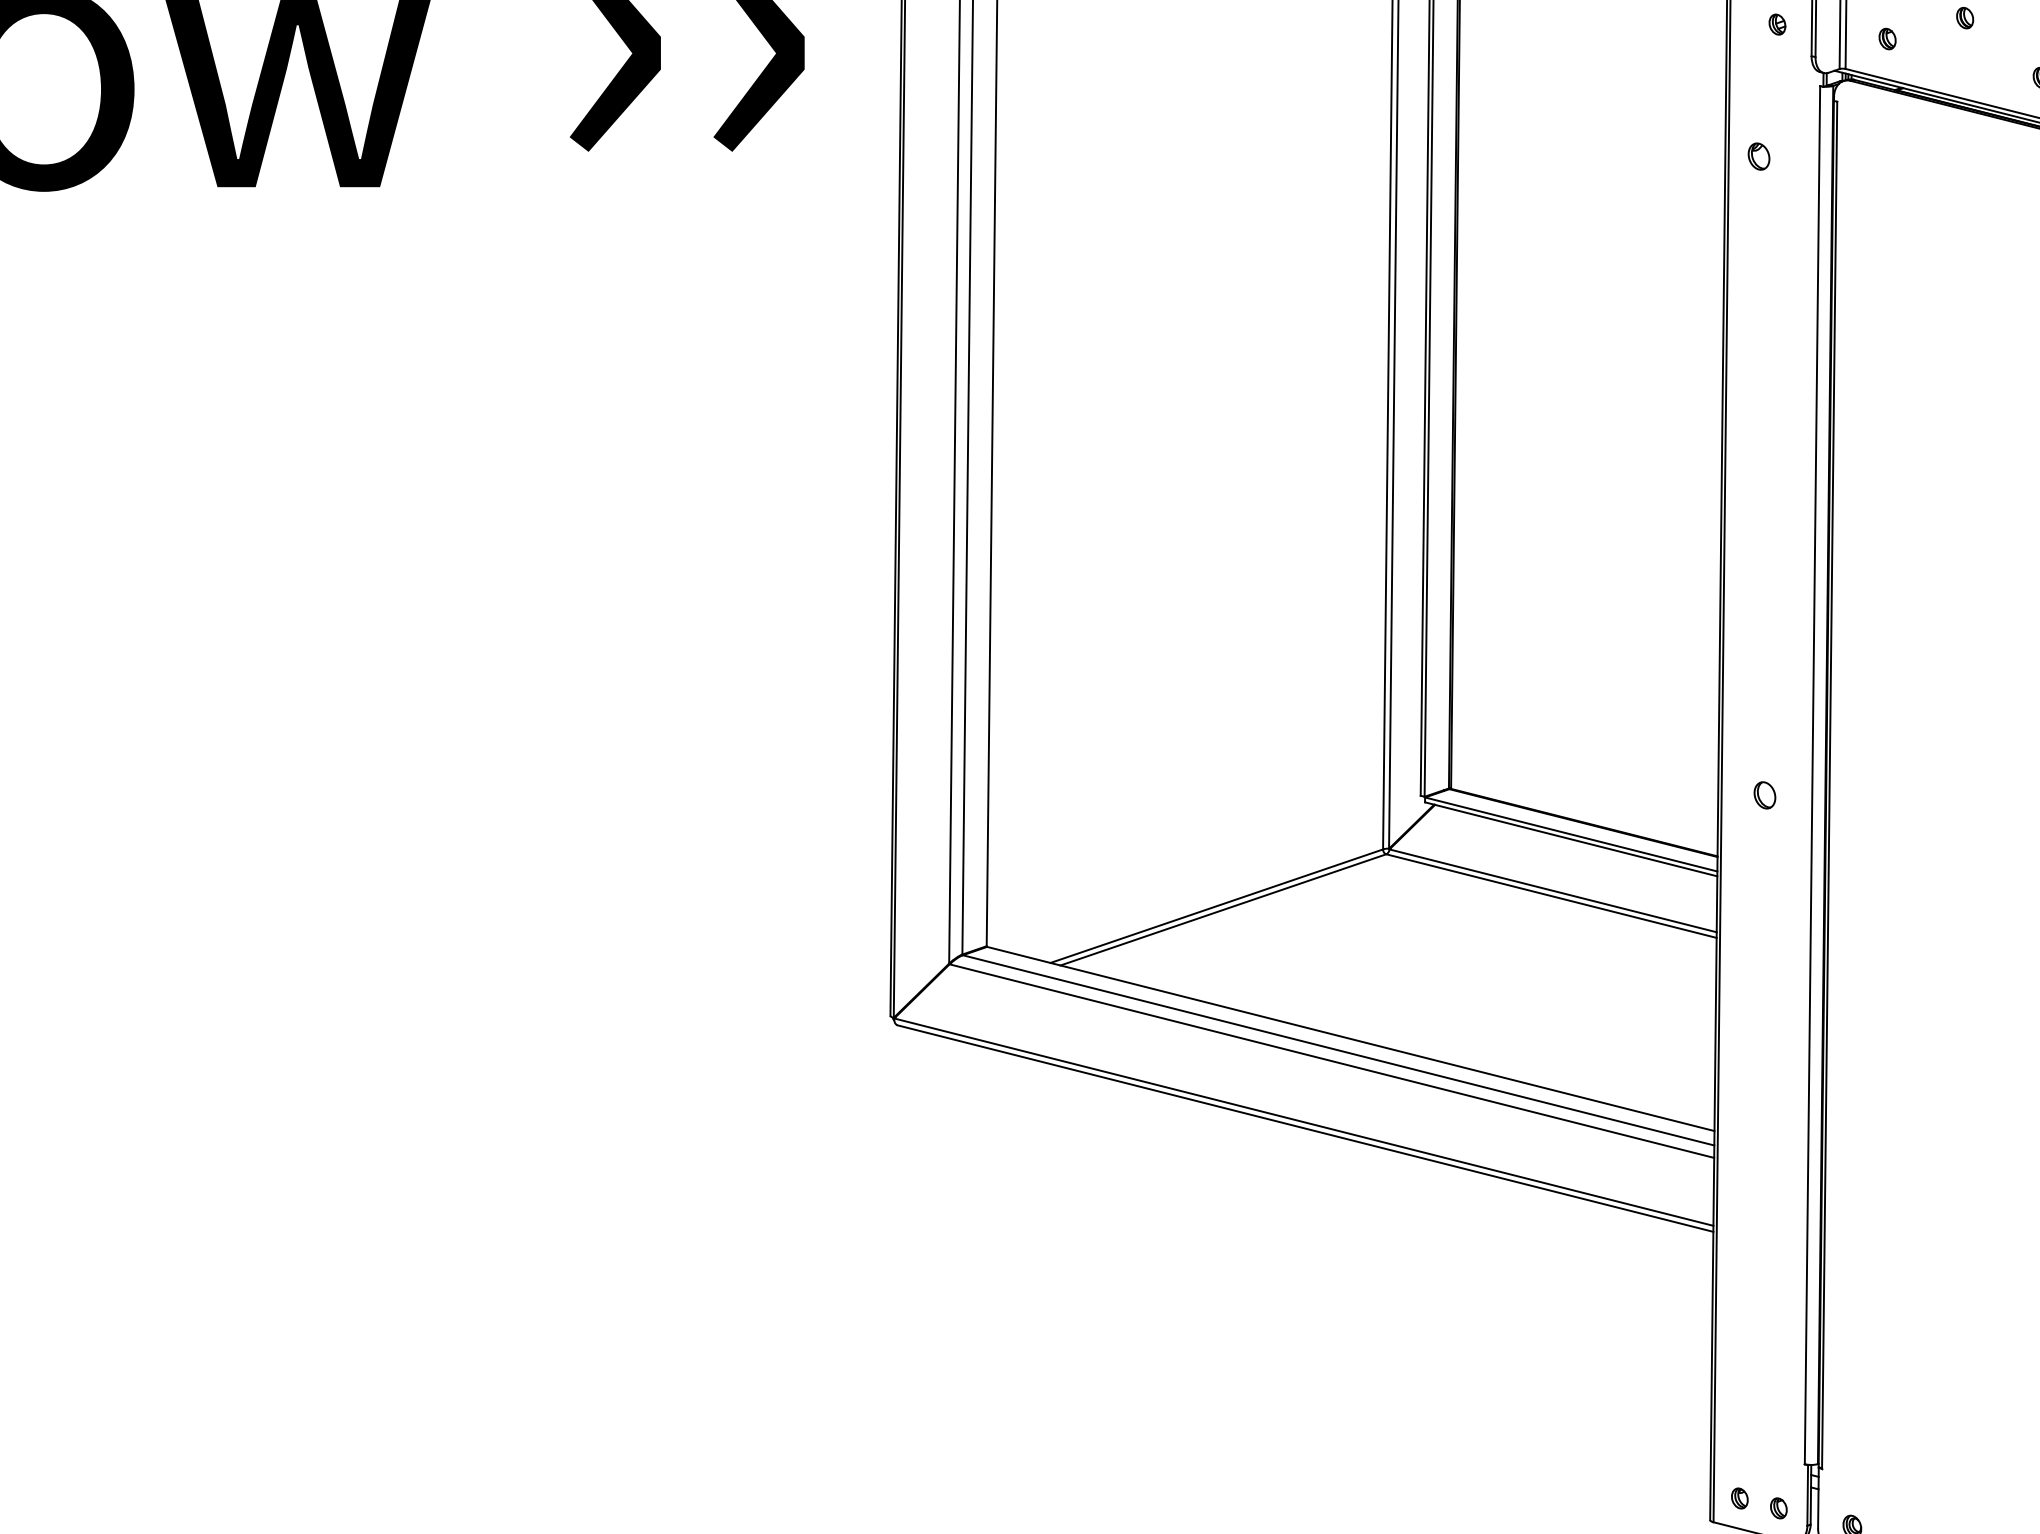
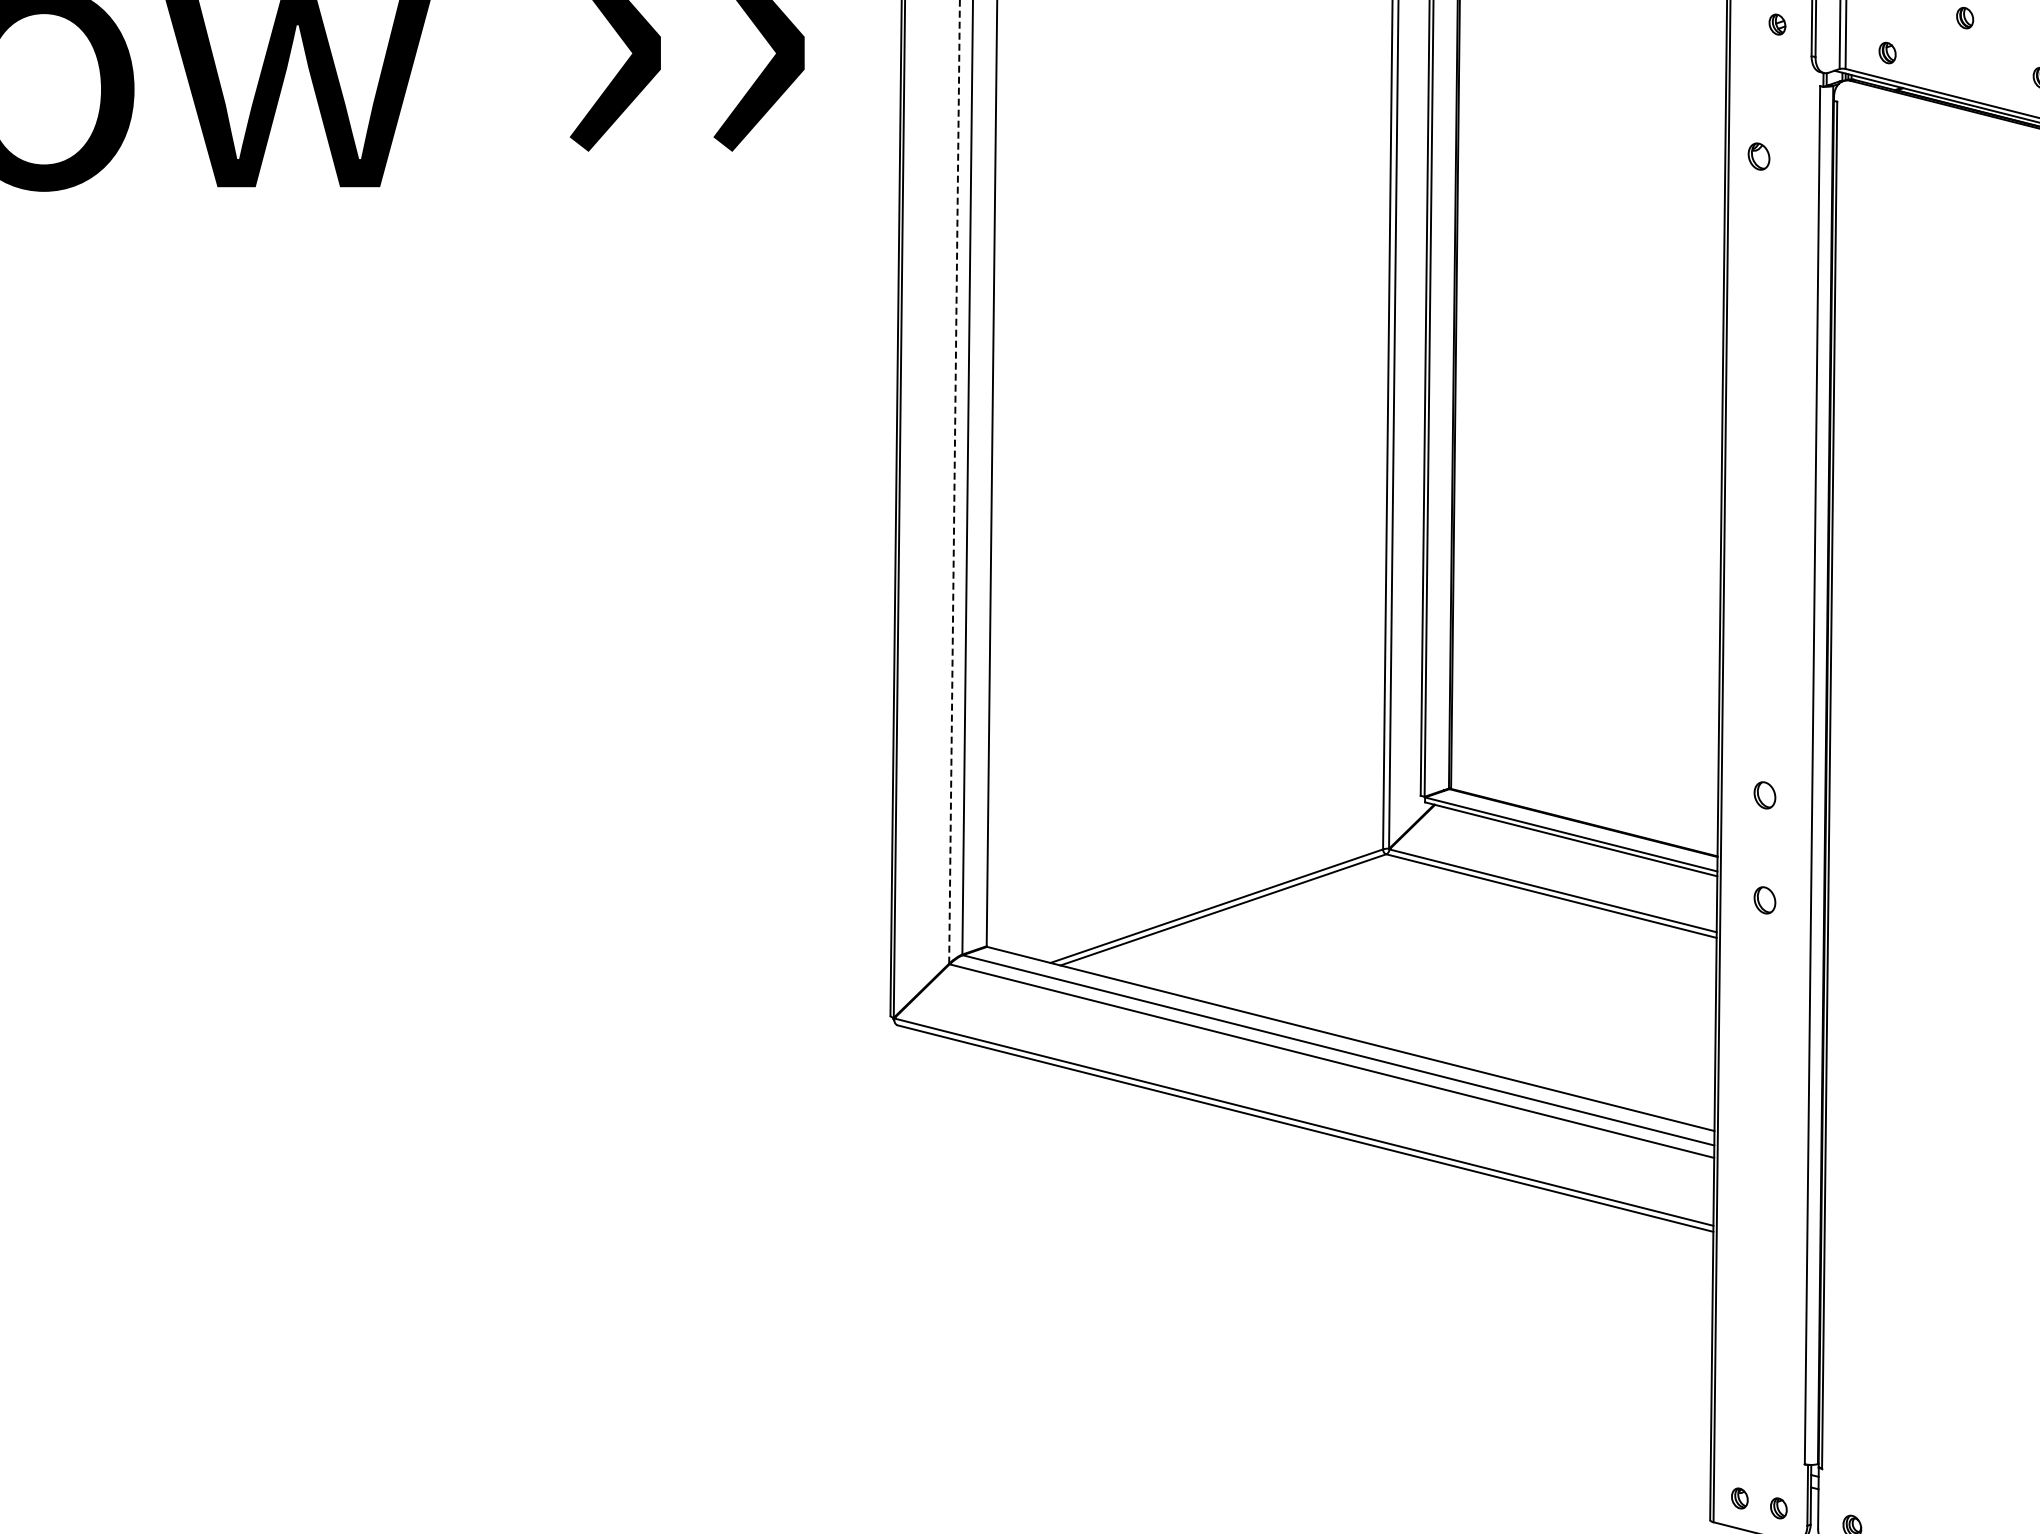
part at (1887, 38) position: (1887, 38) -> (1887, 52)
line at (954, 481): solid -> dashed
part at (1764, 900): none -> present
